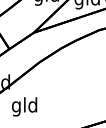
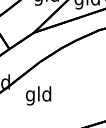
text at (24, 106) position: (24, 106) -> (38, 95)
